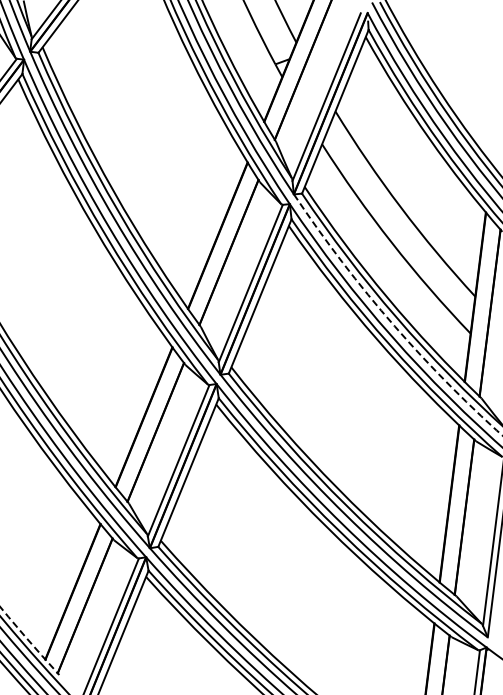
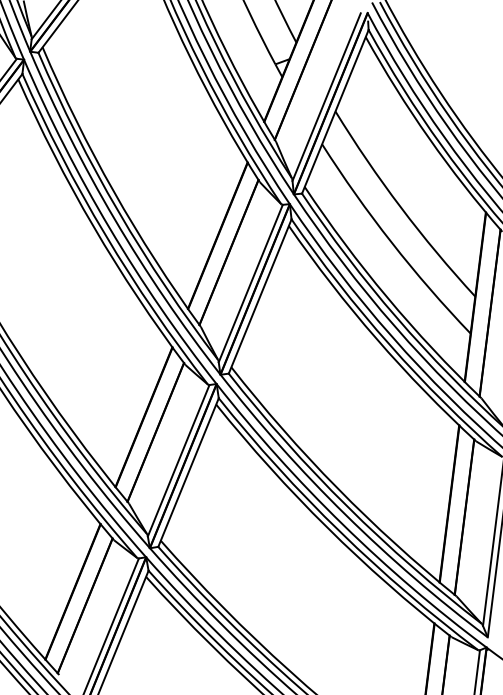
arc at (390, 321): dashed -> solid
arc at (29, 640): dashed -> solid
